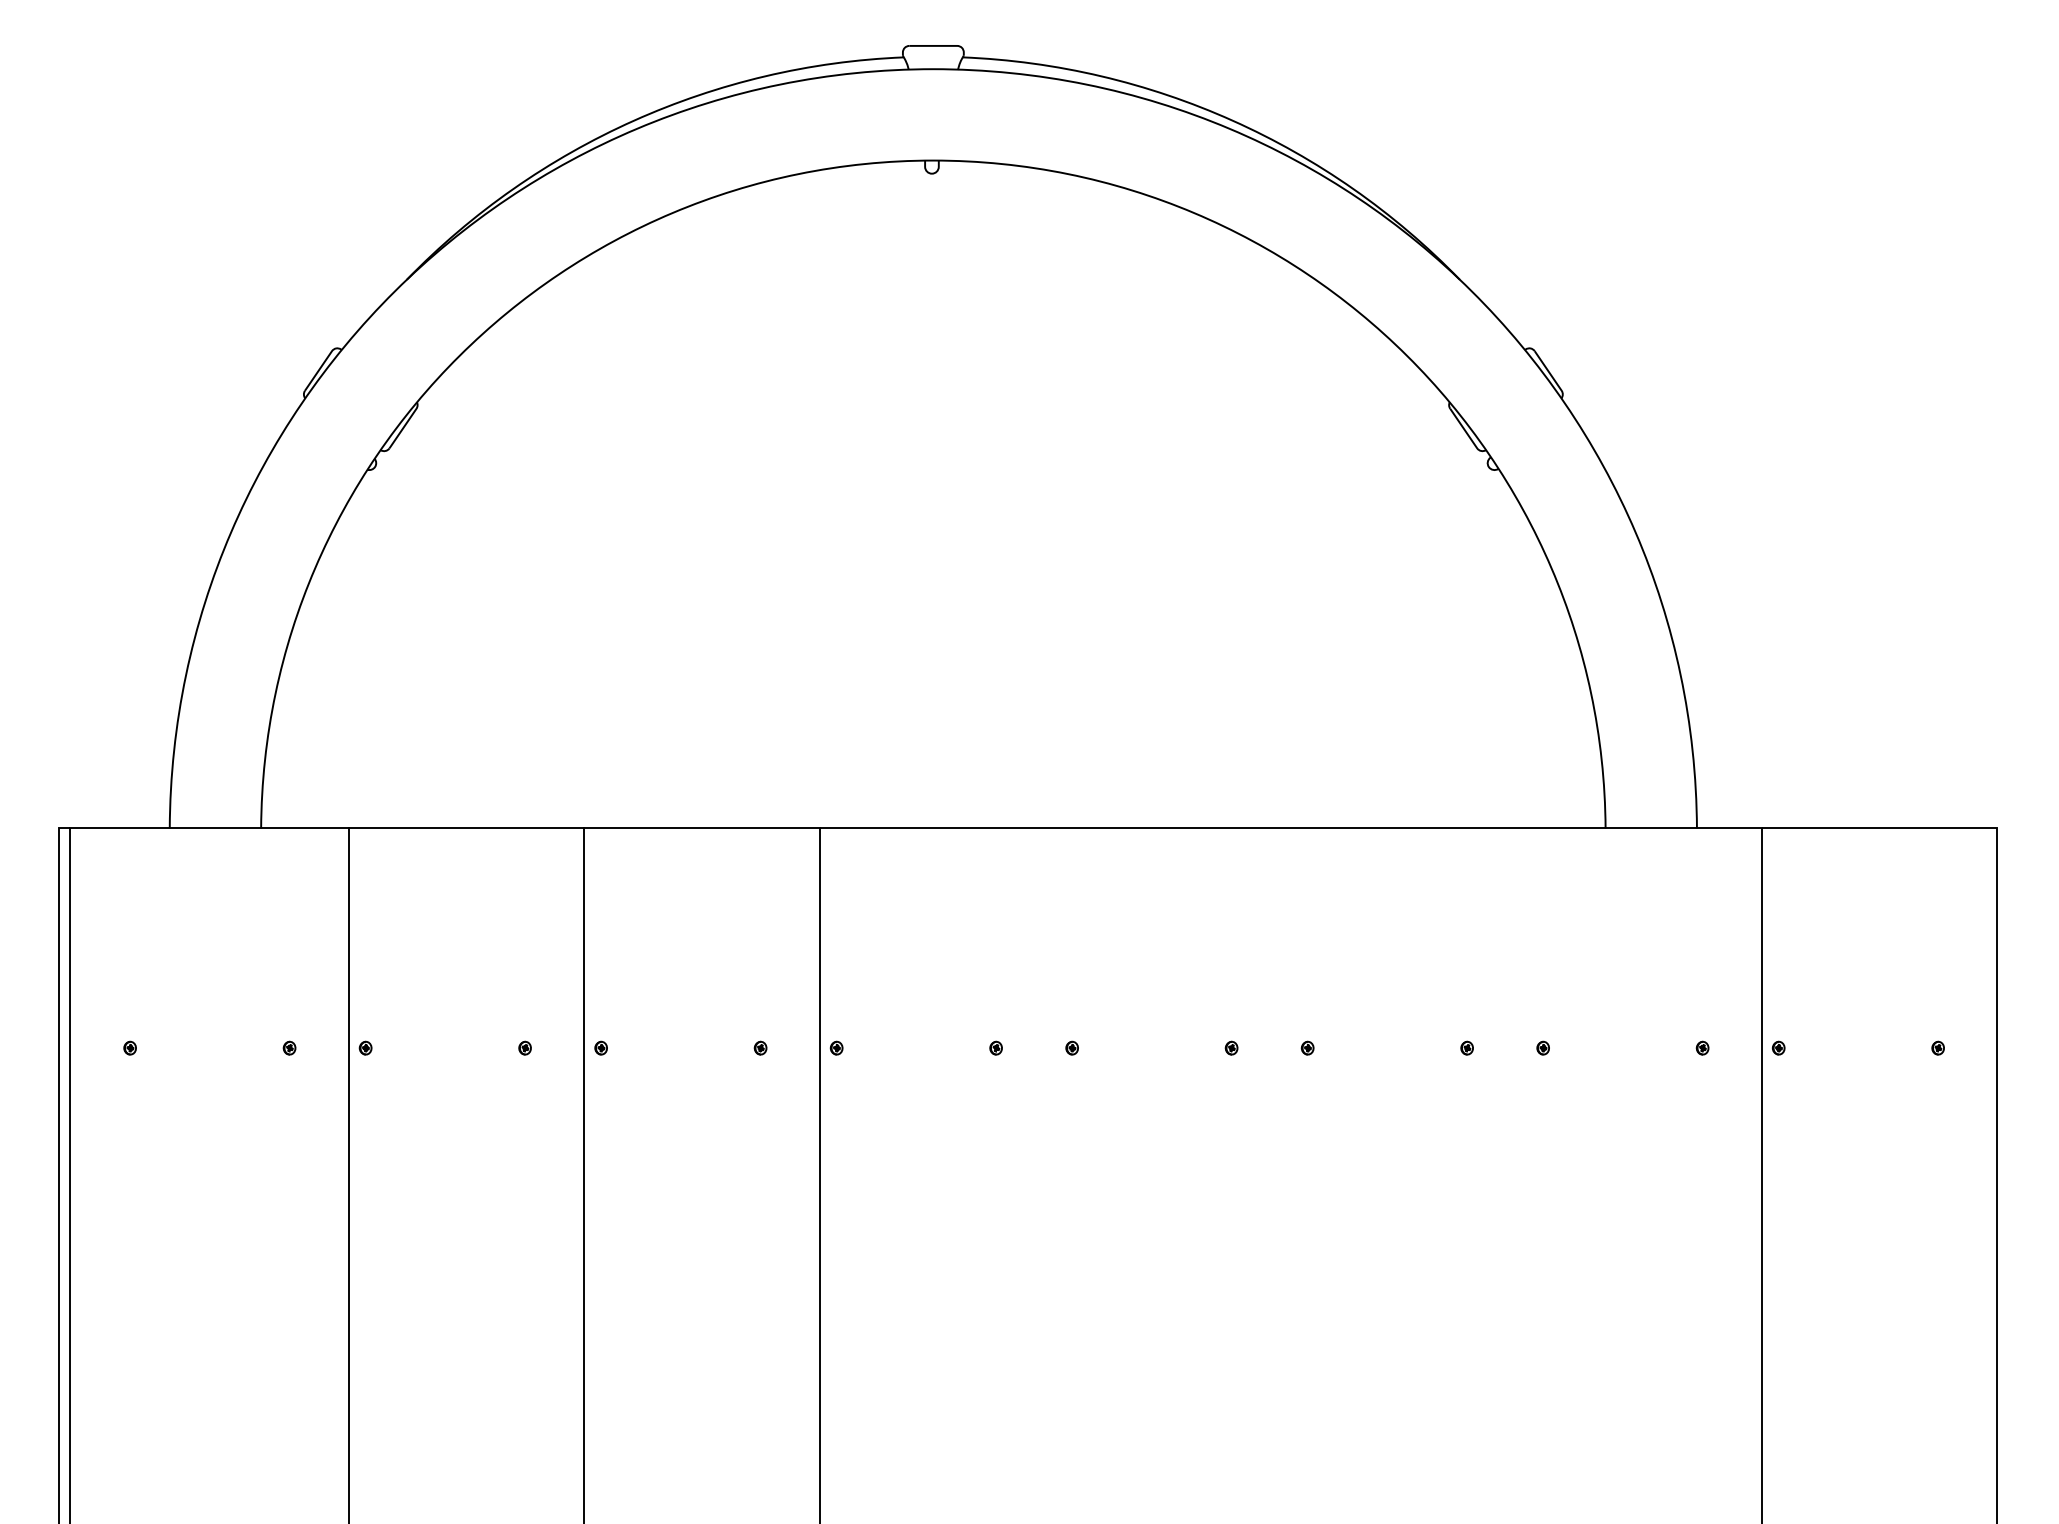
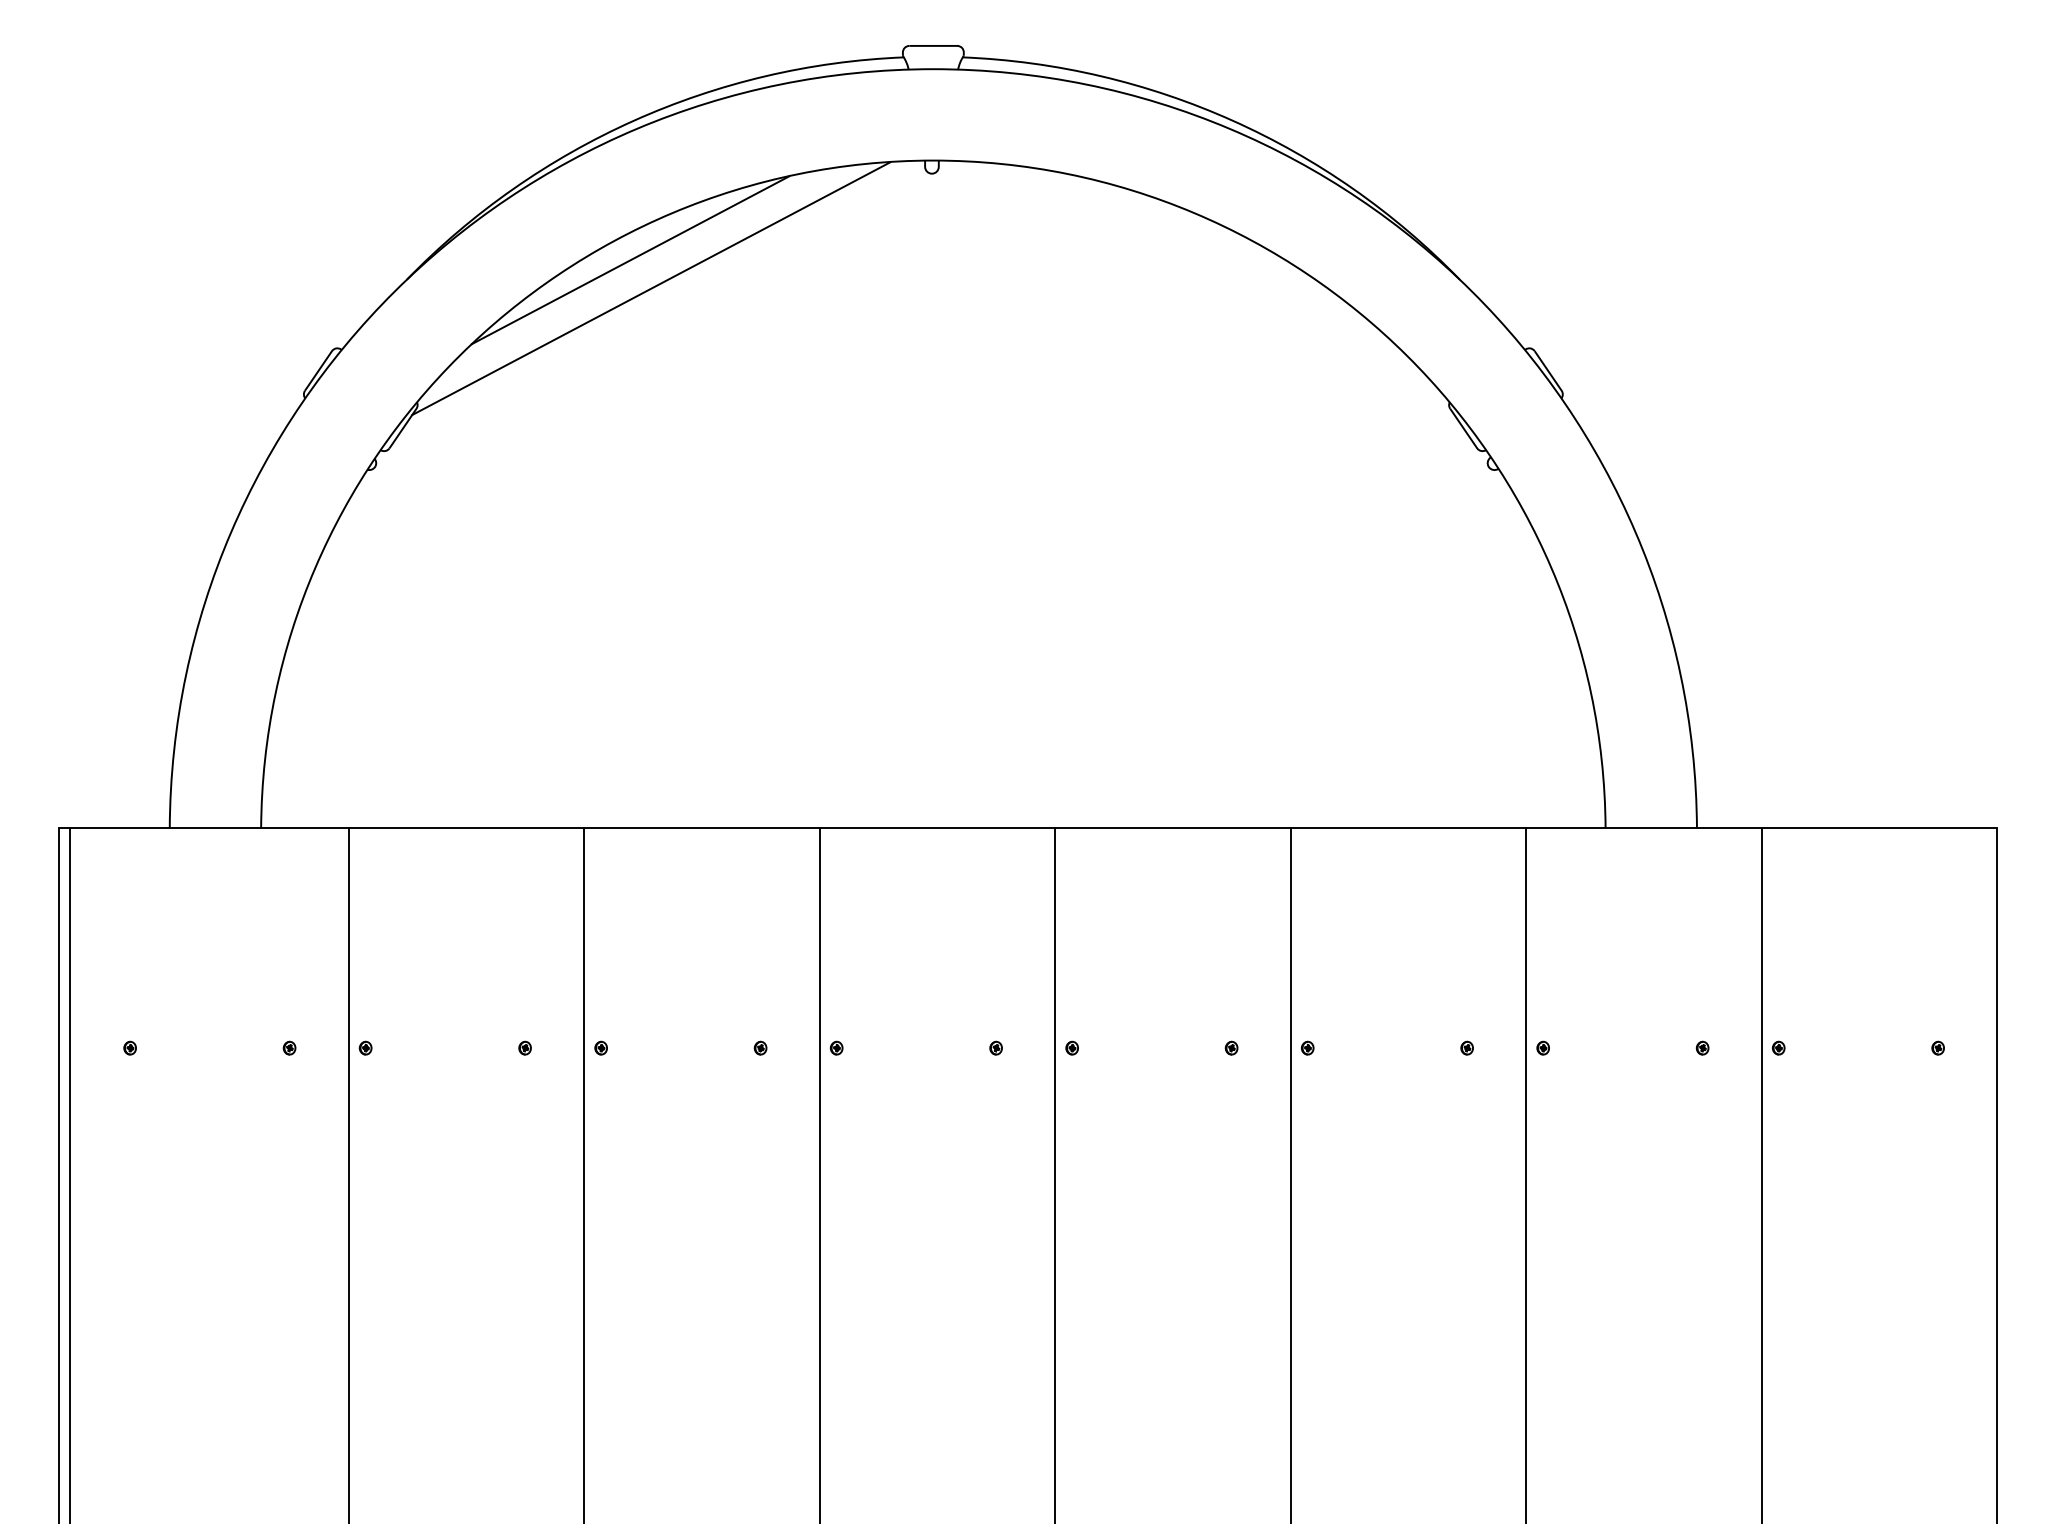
line at (630, 260): none -> present
line at (651, 288): none -> present
line at (1055, 1174): none -> present
line at (1290, 1174): none -> present
line at (1526, 1174): none -> present
